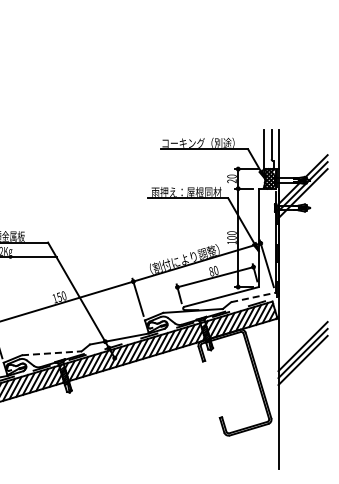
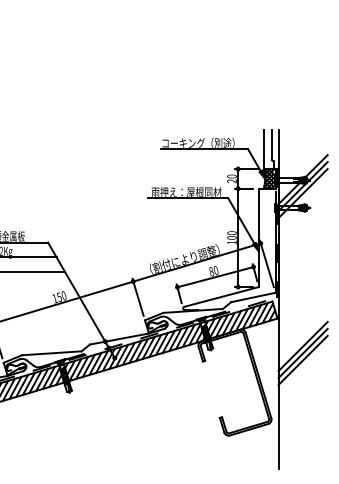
line at (33, 272): none -> present
line at (253, 297): dashed -> solid
line at (51, 353): dashed -> solid
